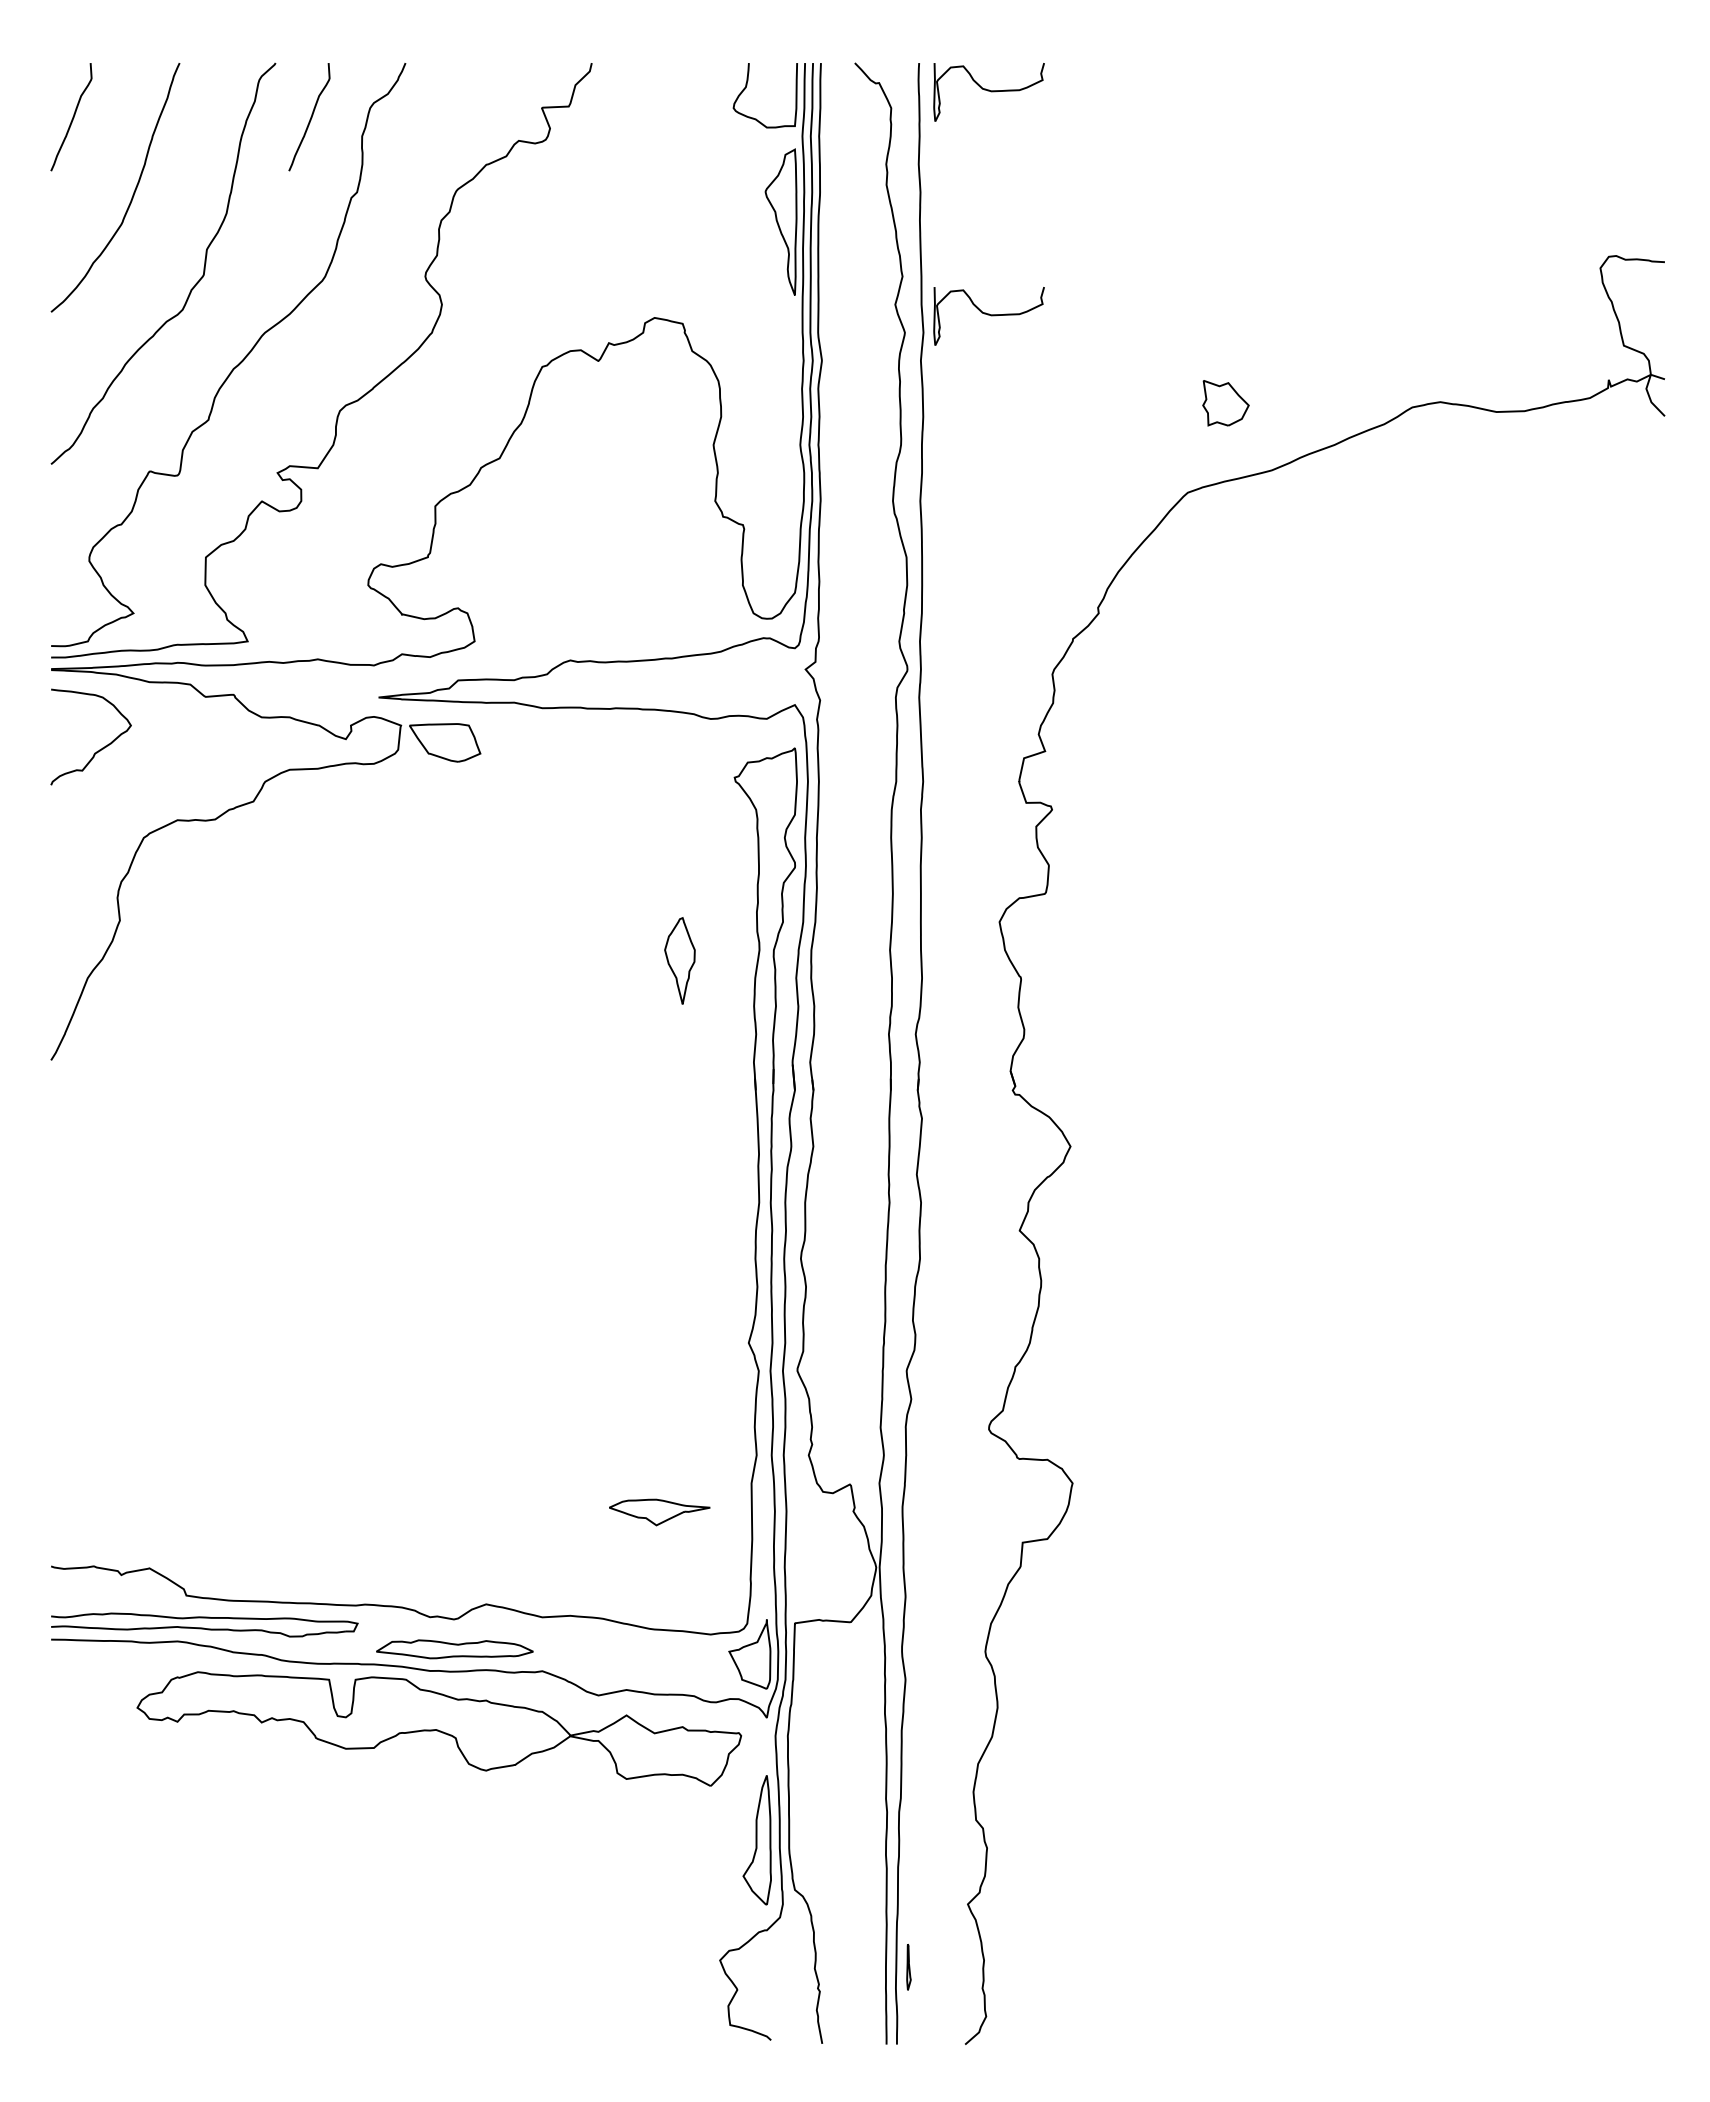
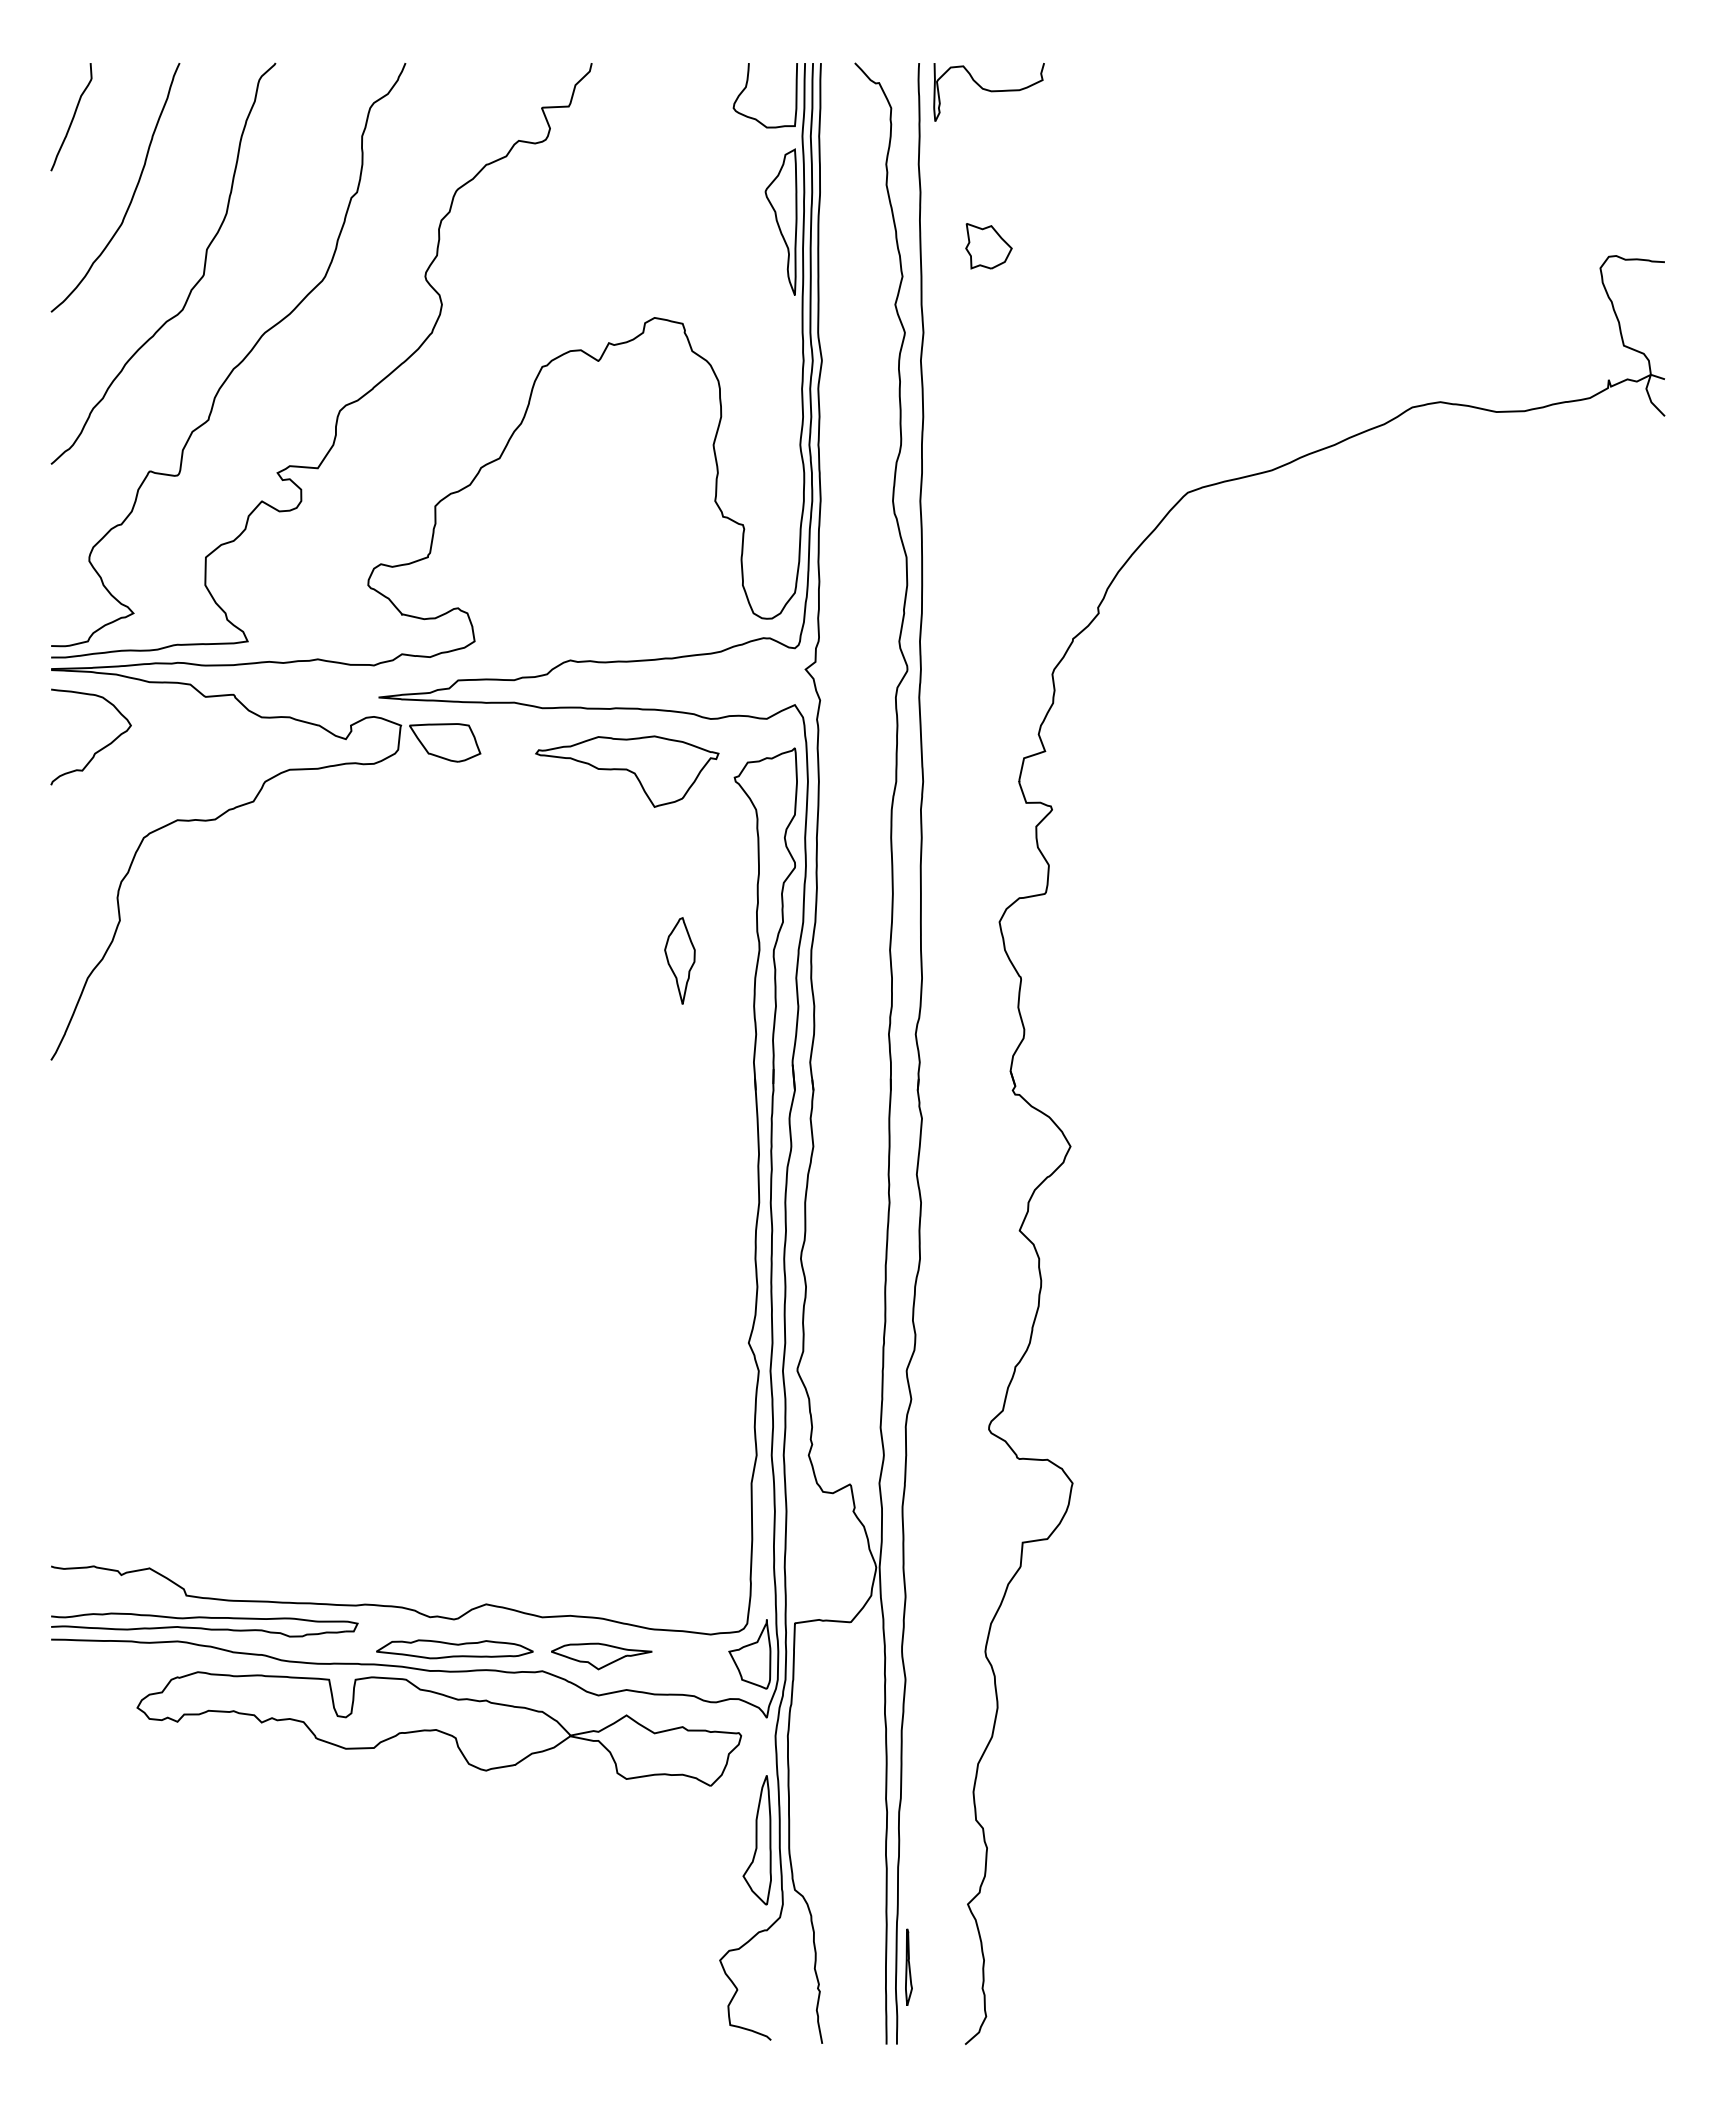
curve at (310, 117): present -> none
curve at (988, 315): present -> none
part at (1225, 403) position: (1225, 403) -> (988, 246)
part at (627, 771): none -> present
part at (659, 1512) position: (659, 1512) -> (601, 1656)
part at (908, 1967) size: 6x47 px -> 8x78 px
